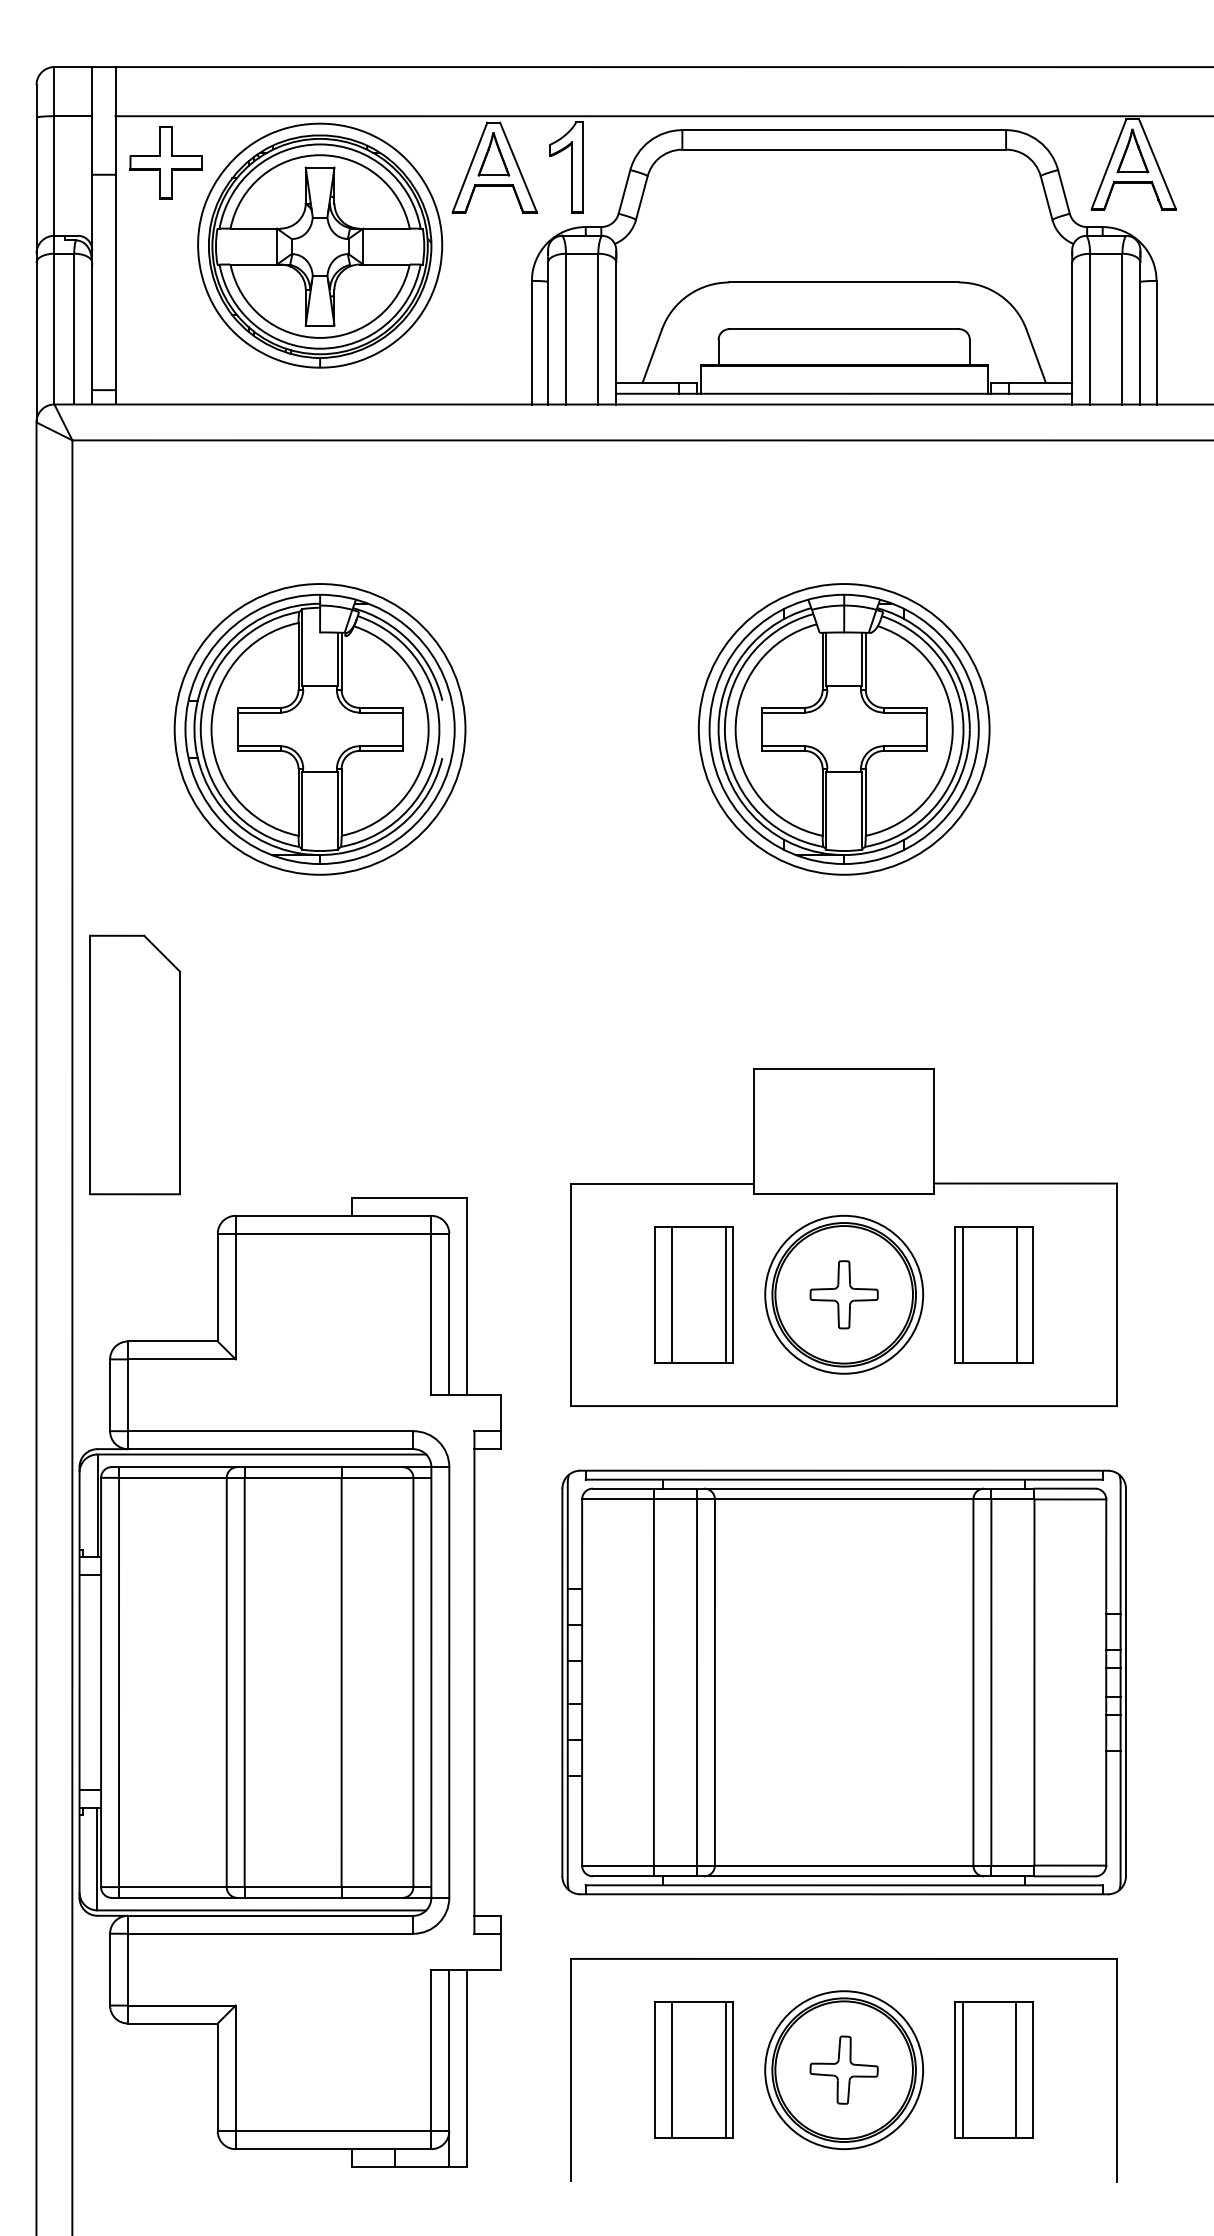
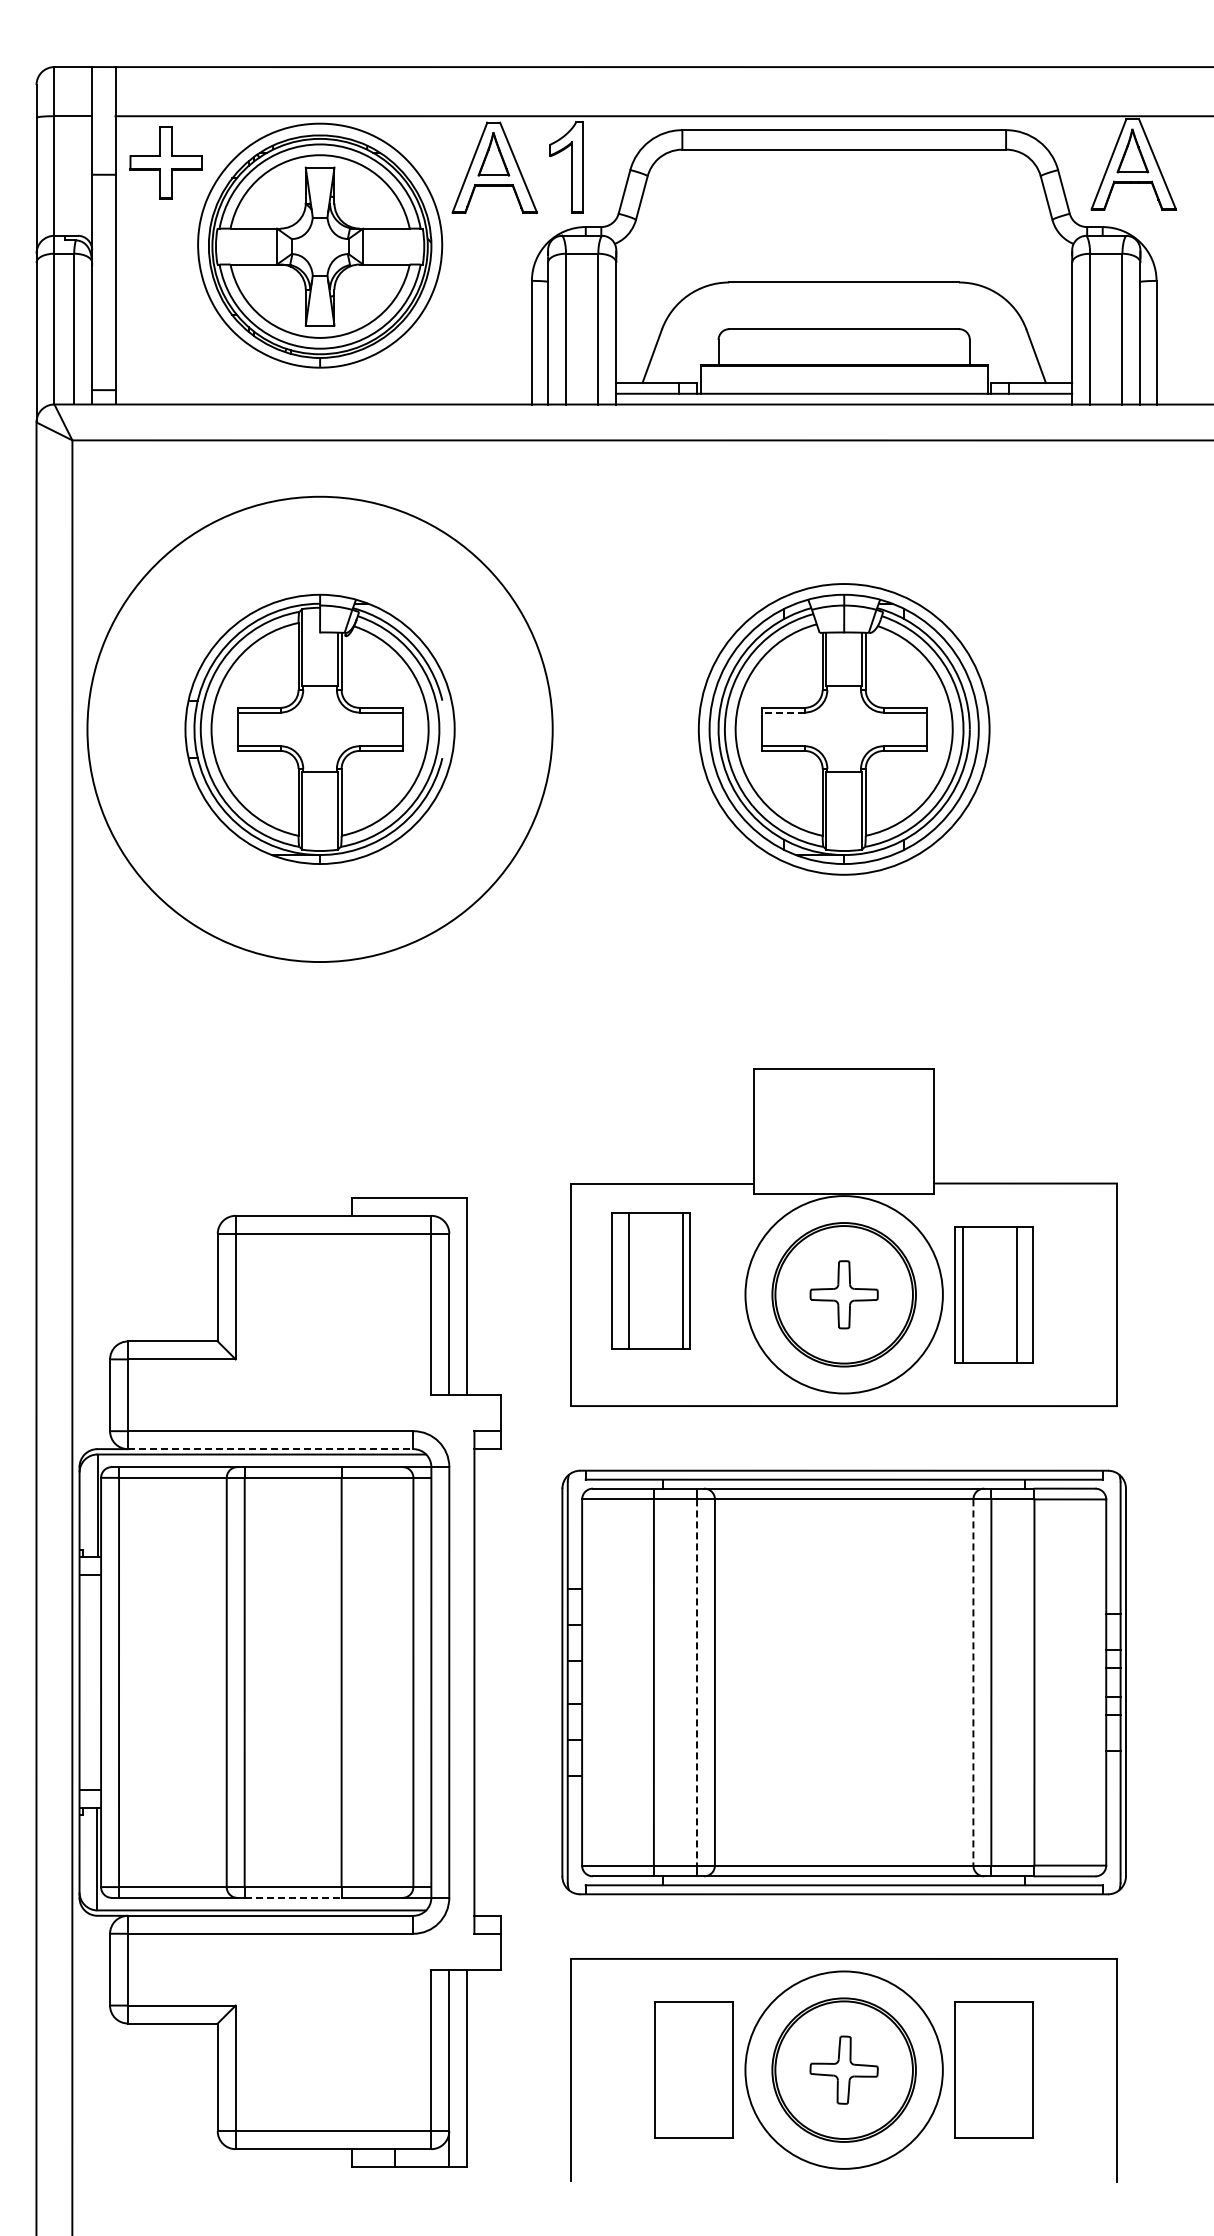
line at (783, 712): solid -> dashed
circle at (319, 729) diameter: 291 px -> 465 px
part at (135, 1064): present -> none
part at (693, 1294) position: (693, 1294) -> (650, 1280)
circle at (844, 1294) diameter: 158 px -> 197 px
line at (270, 1449): solid -> dashed
line at (697, 1682): solid -> dashed
line at (973, 1682): solid -> dashed
line at (293, 1897): solid -> dashed
line at (671, 2069): present -> none
line at (725, 2069): present -> none
line at (962, 2069): present -> none
line at (1016, 2069): present -> none
circle at (844, 2070) diameter: 158 px -> 197 px
